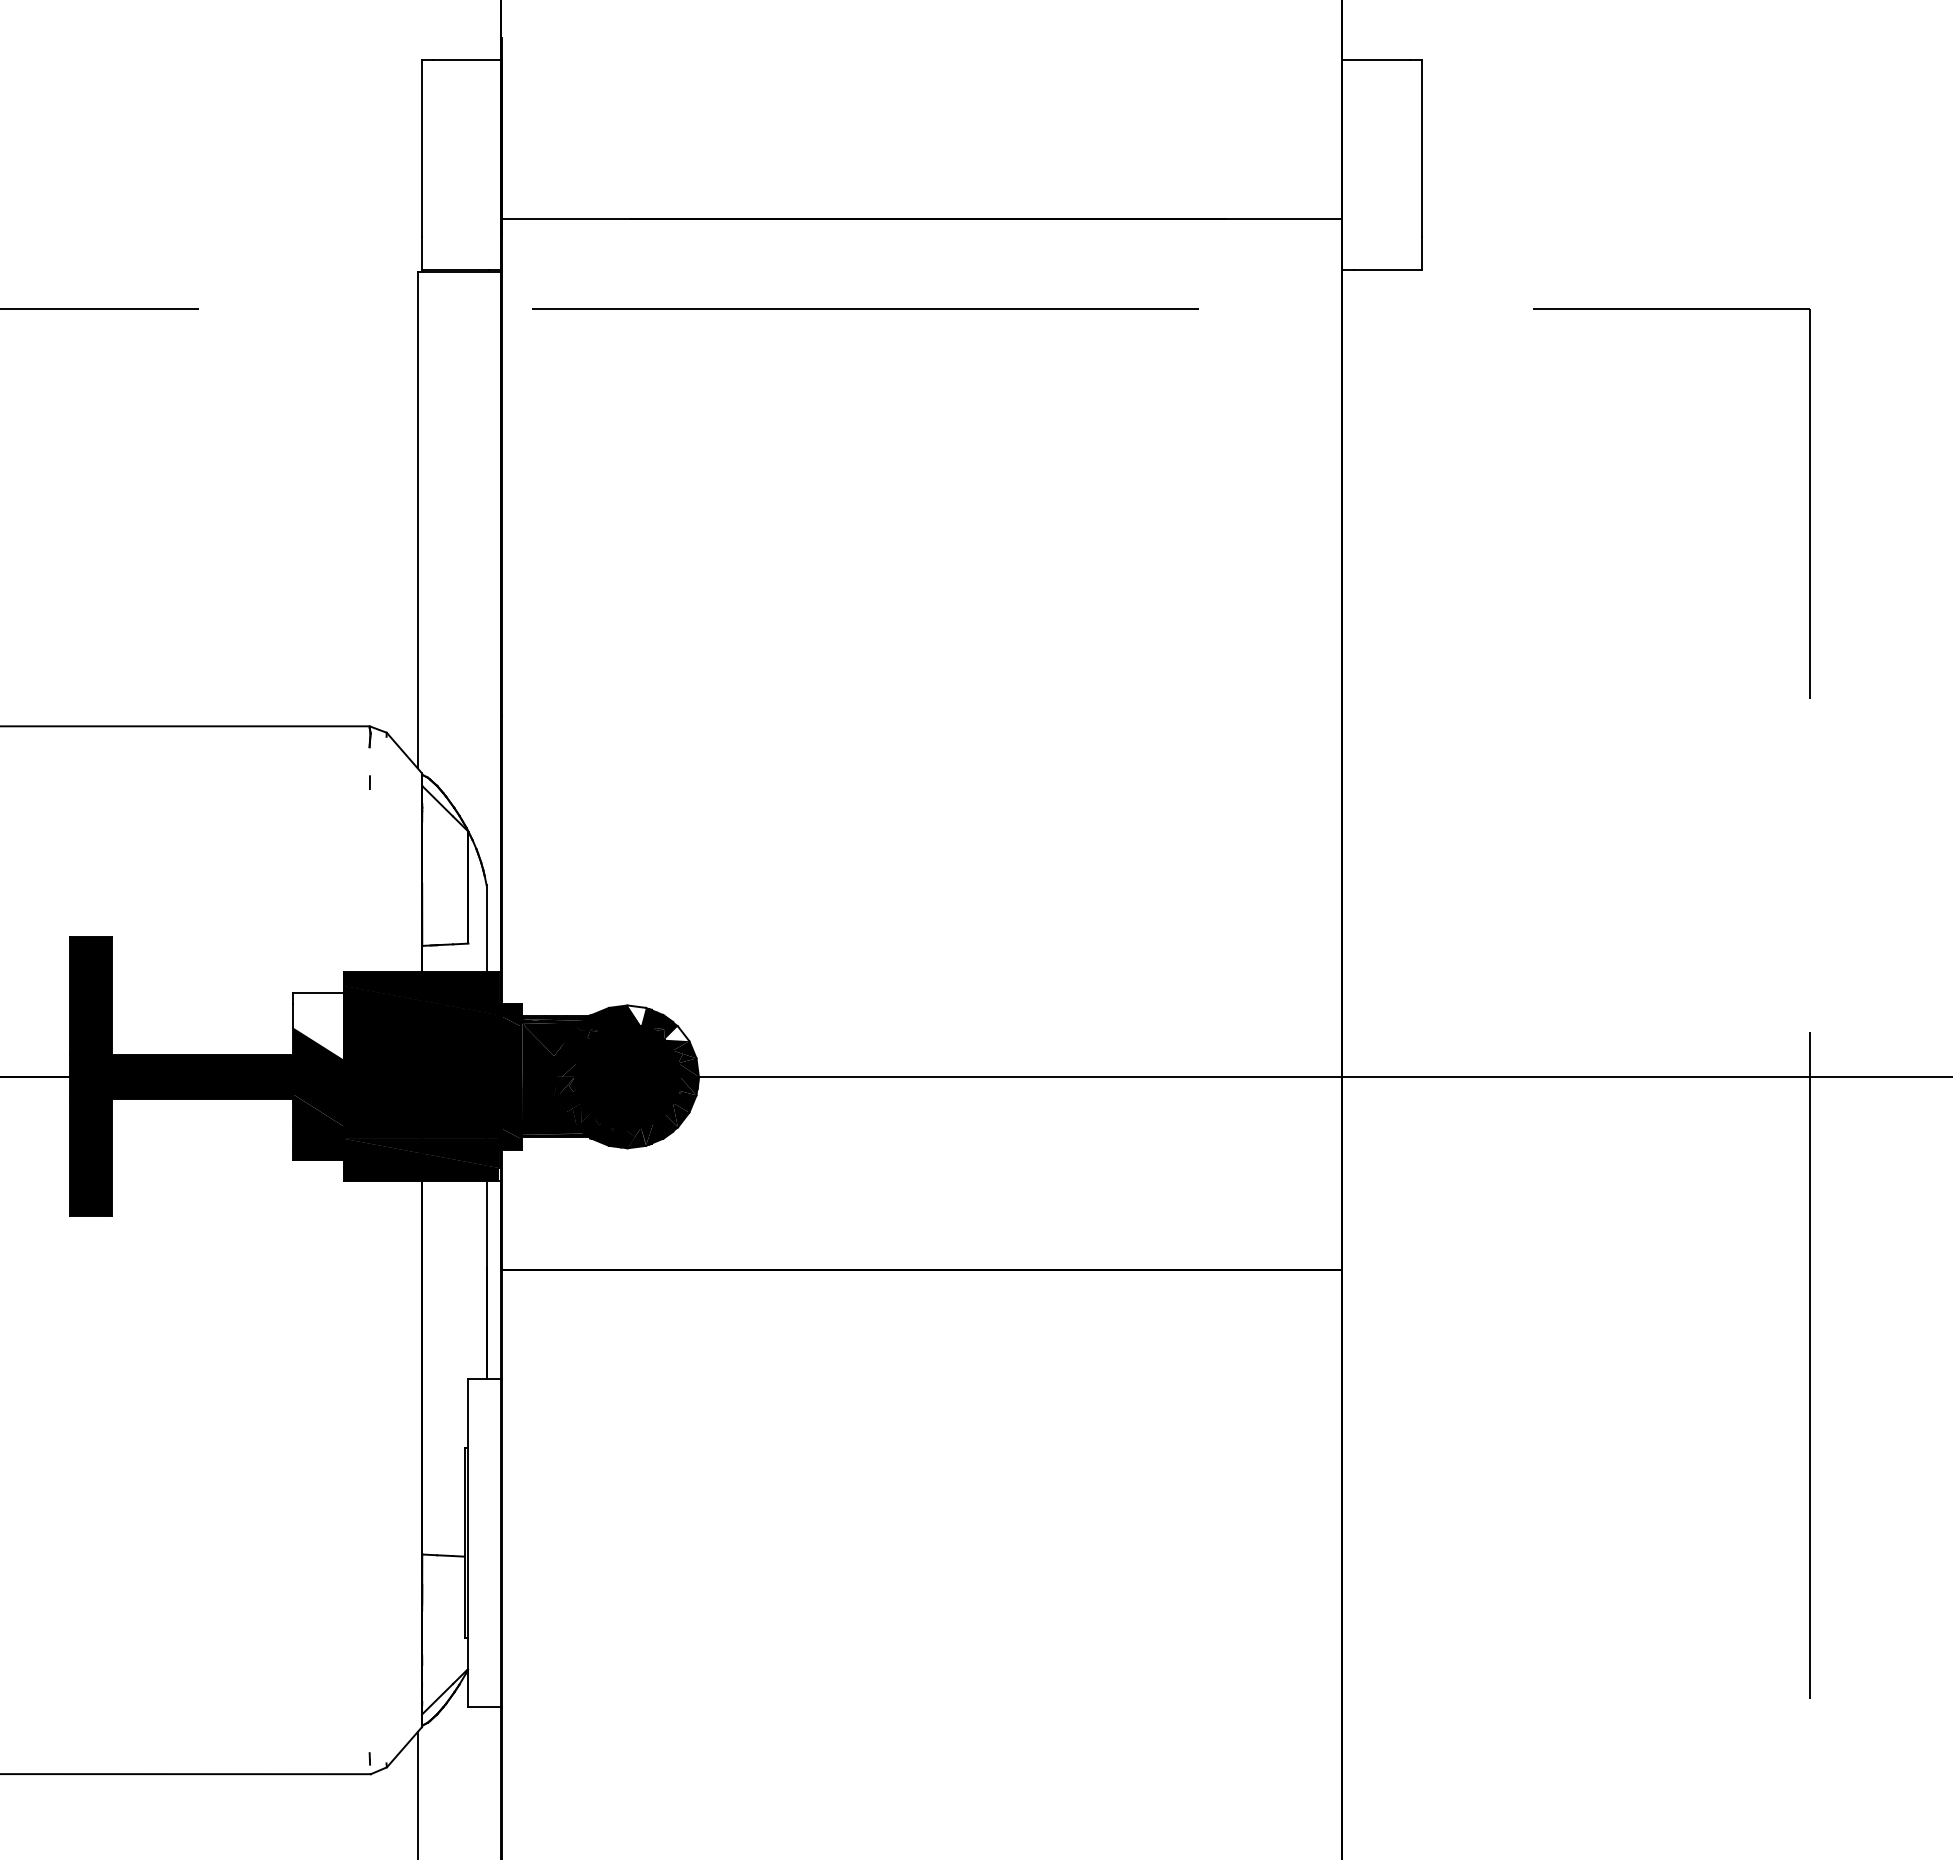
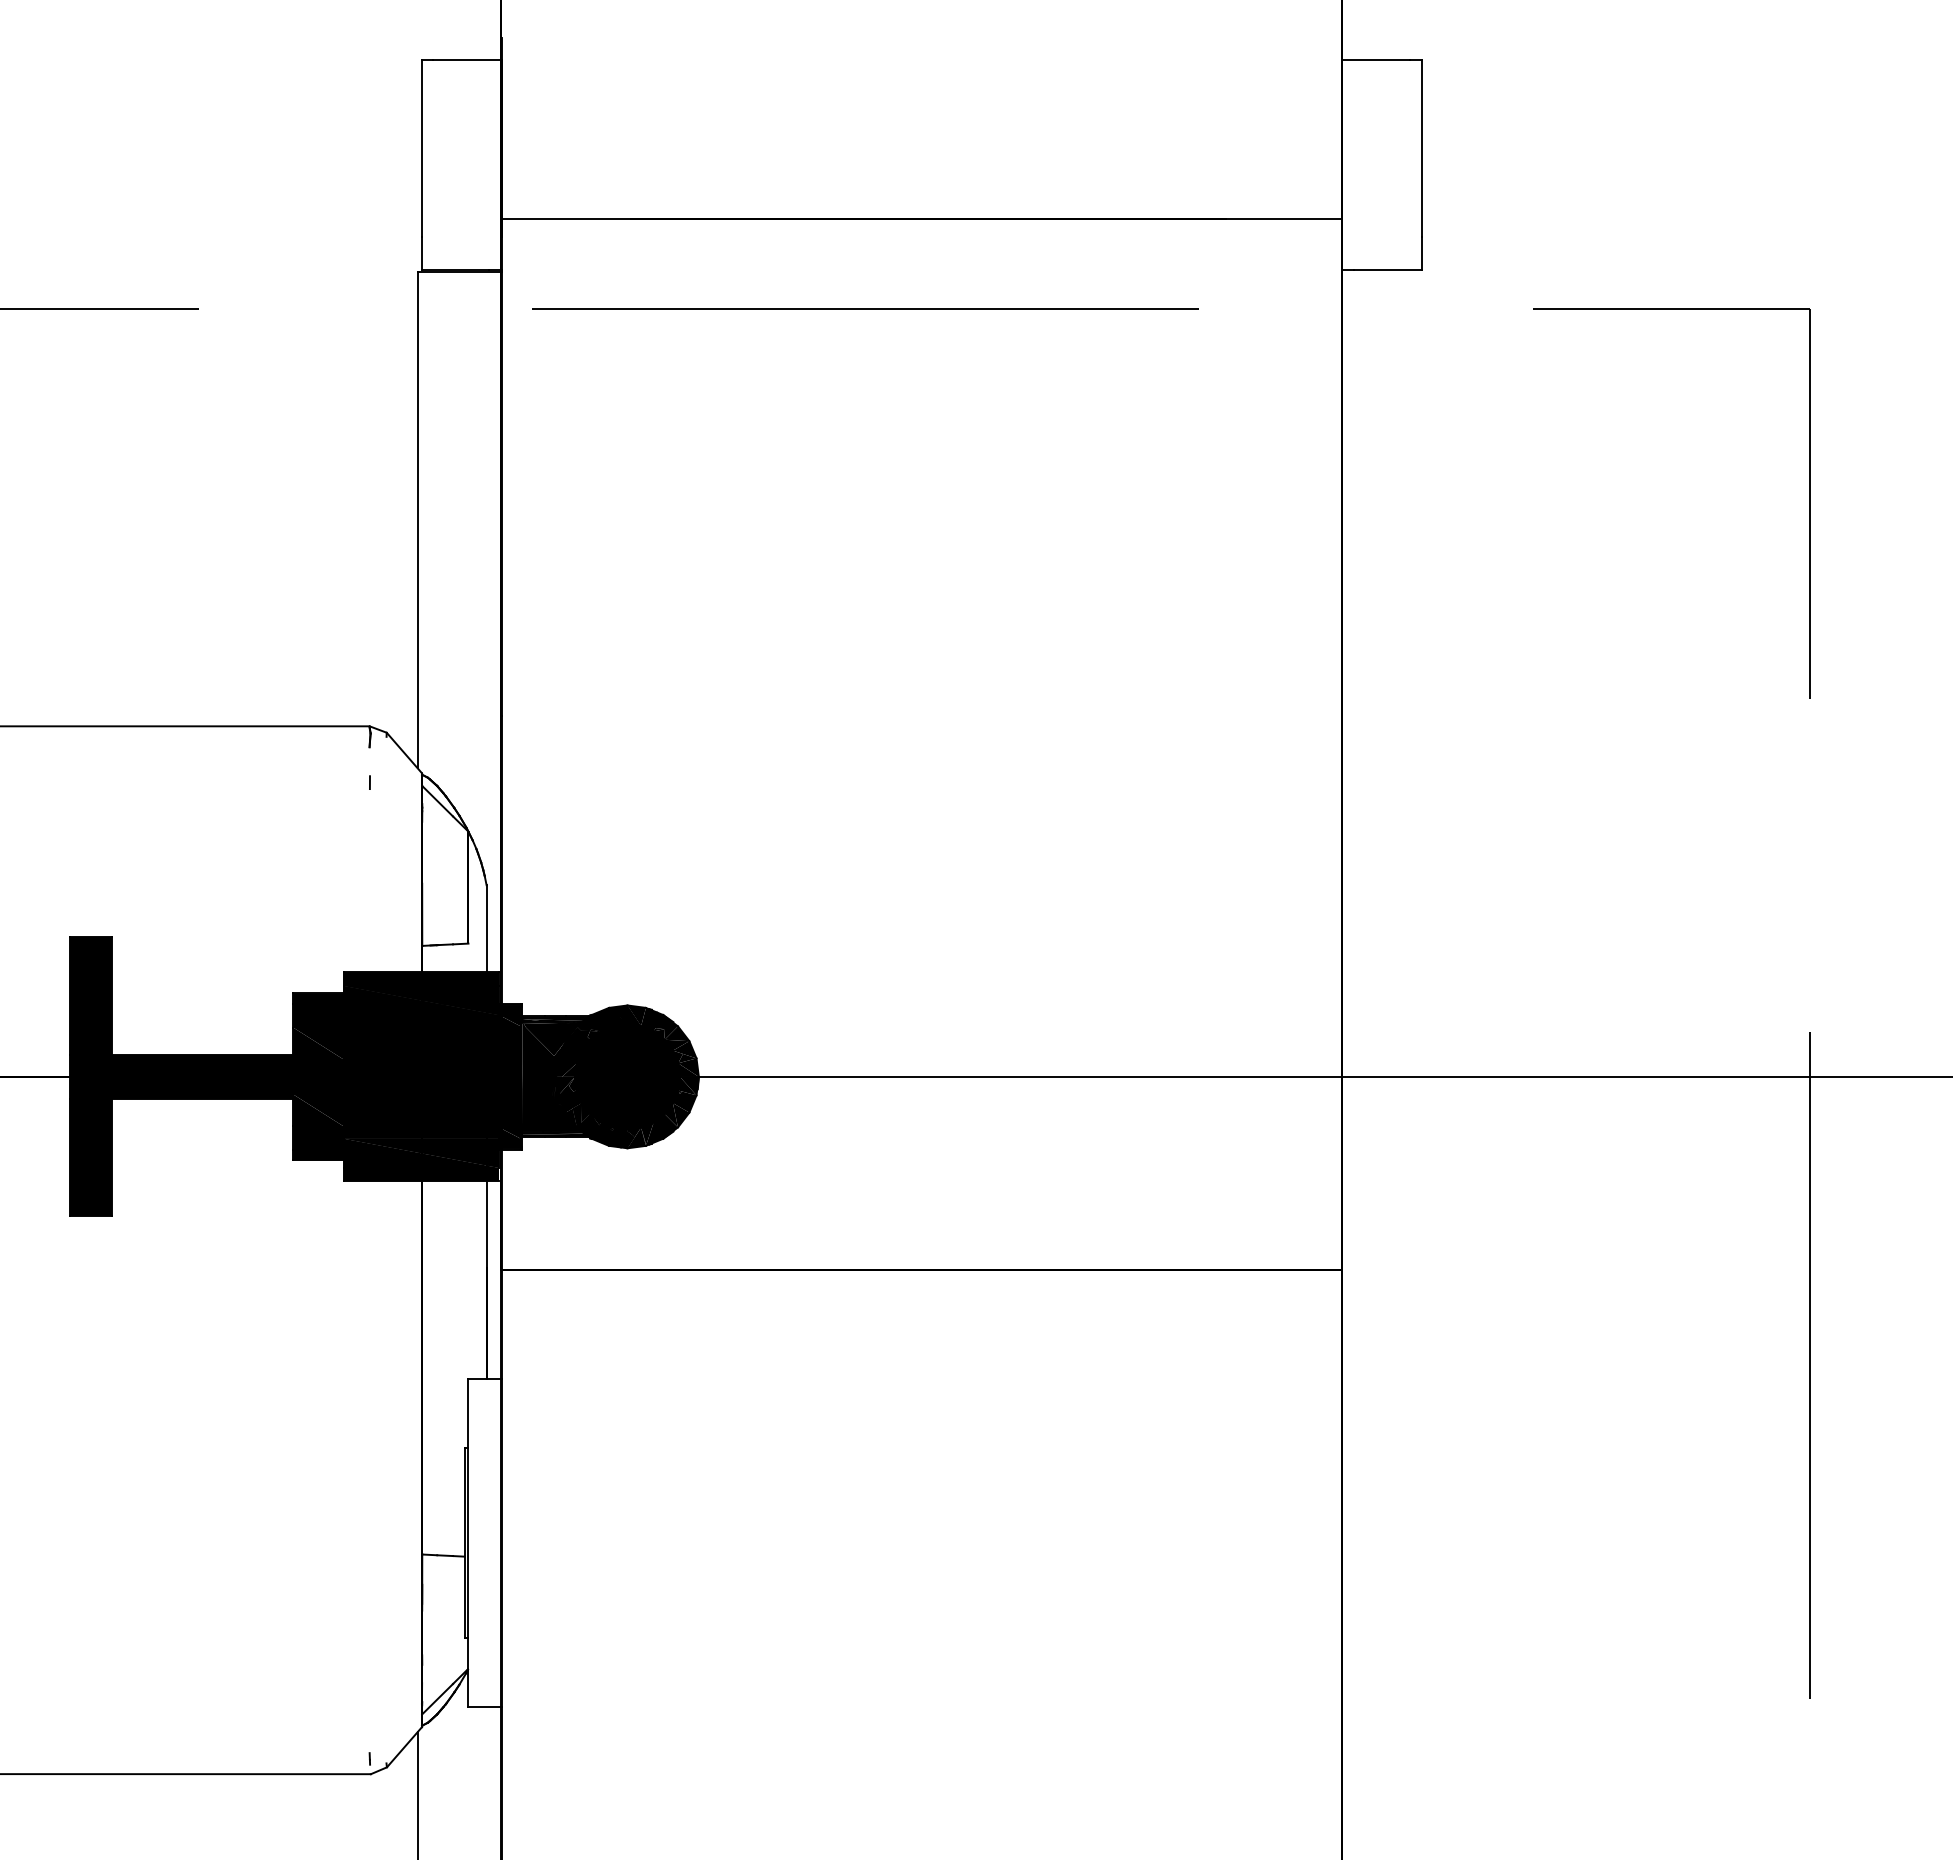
fill at (636, 1015): none -> present
fill at (318, 1026): none -> present
fill at (676, 1033): none -> present
